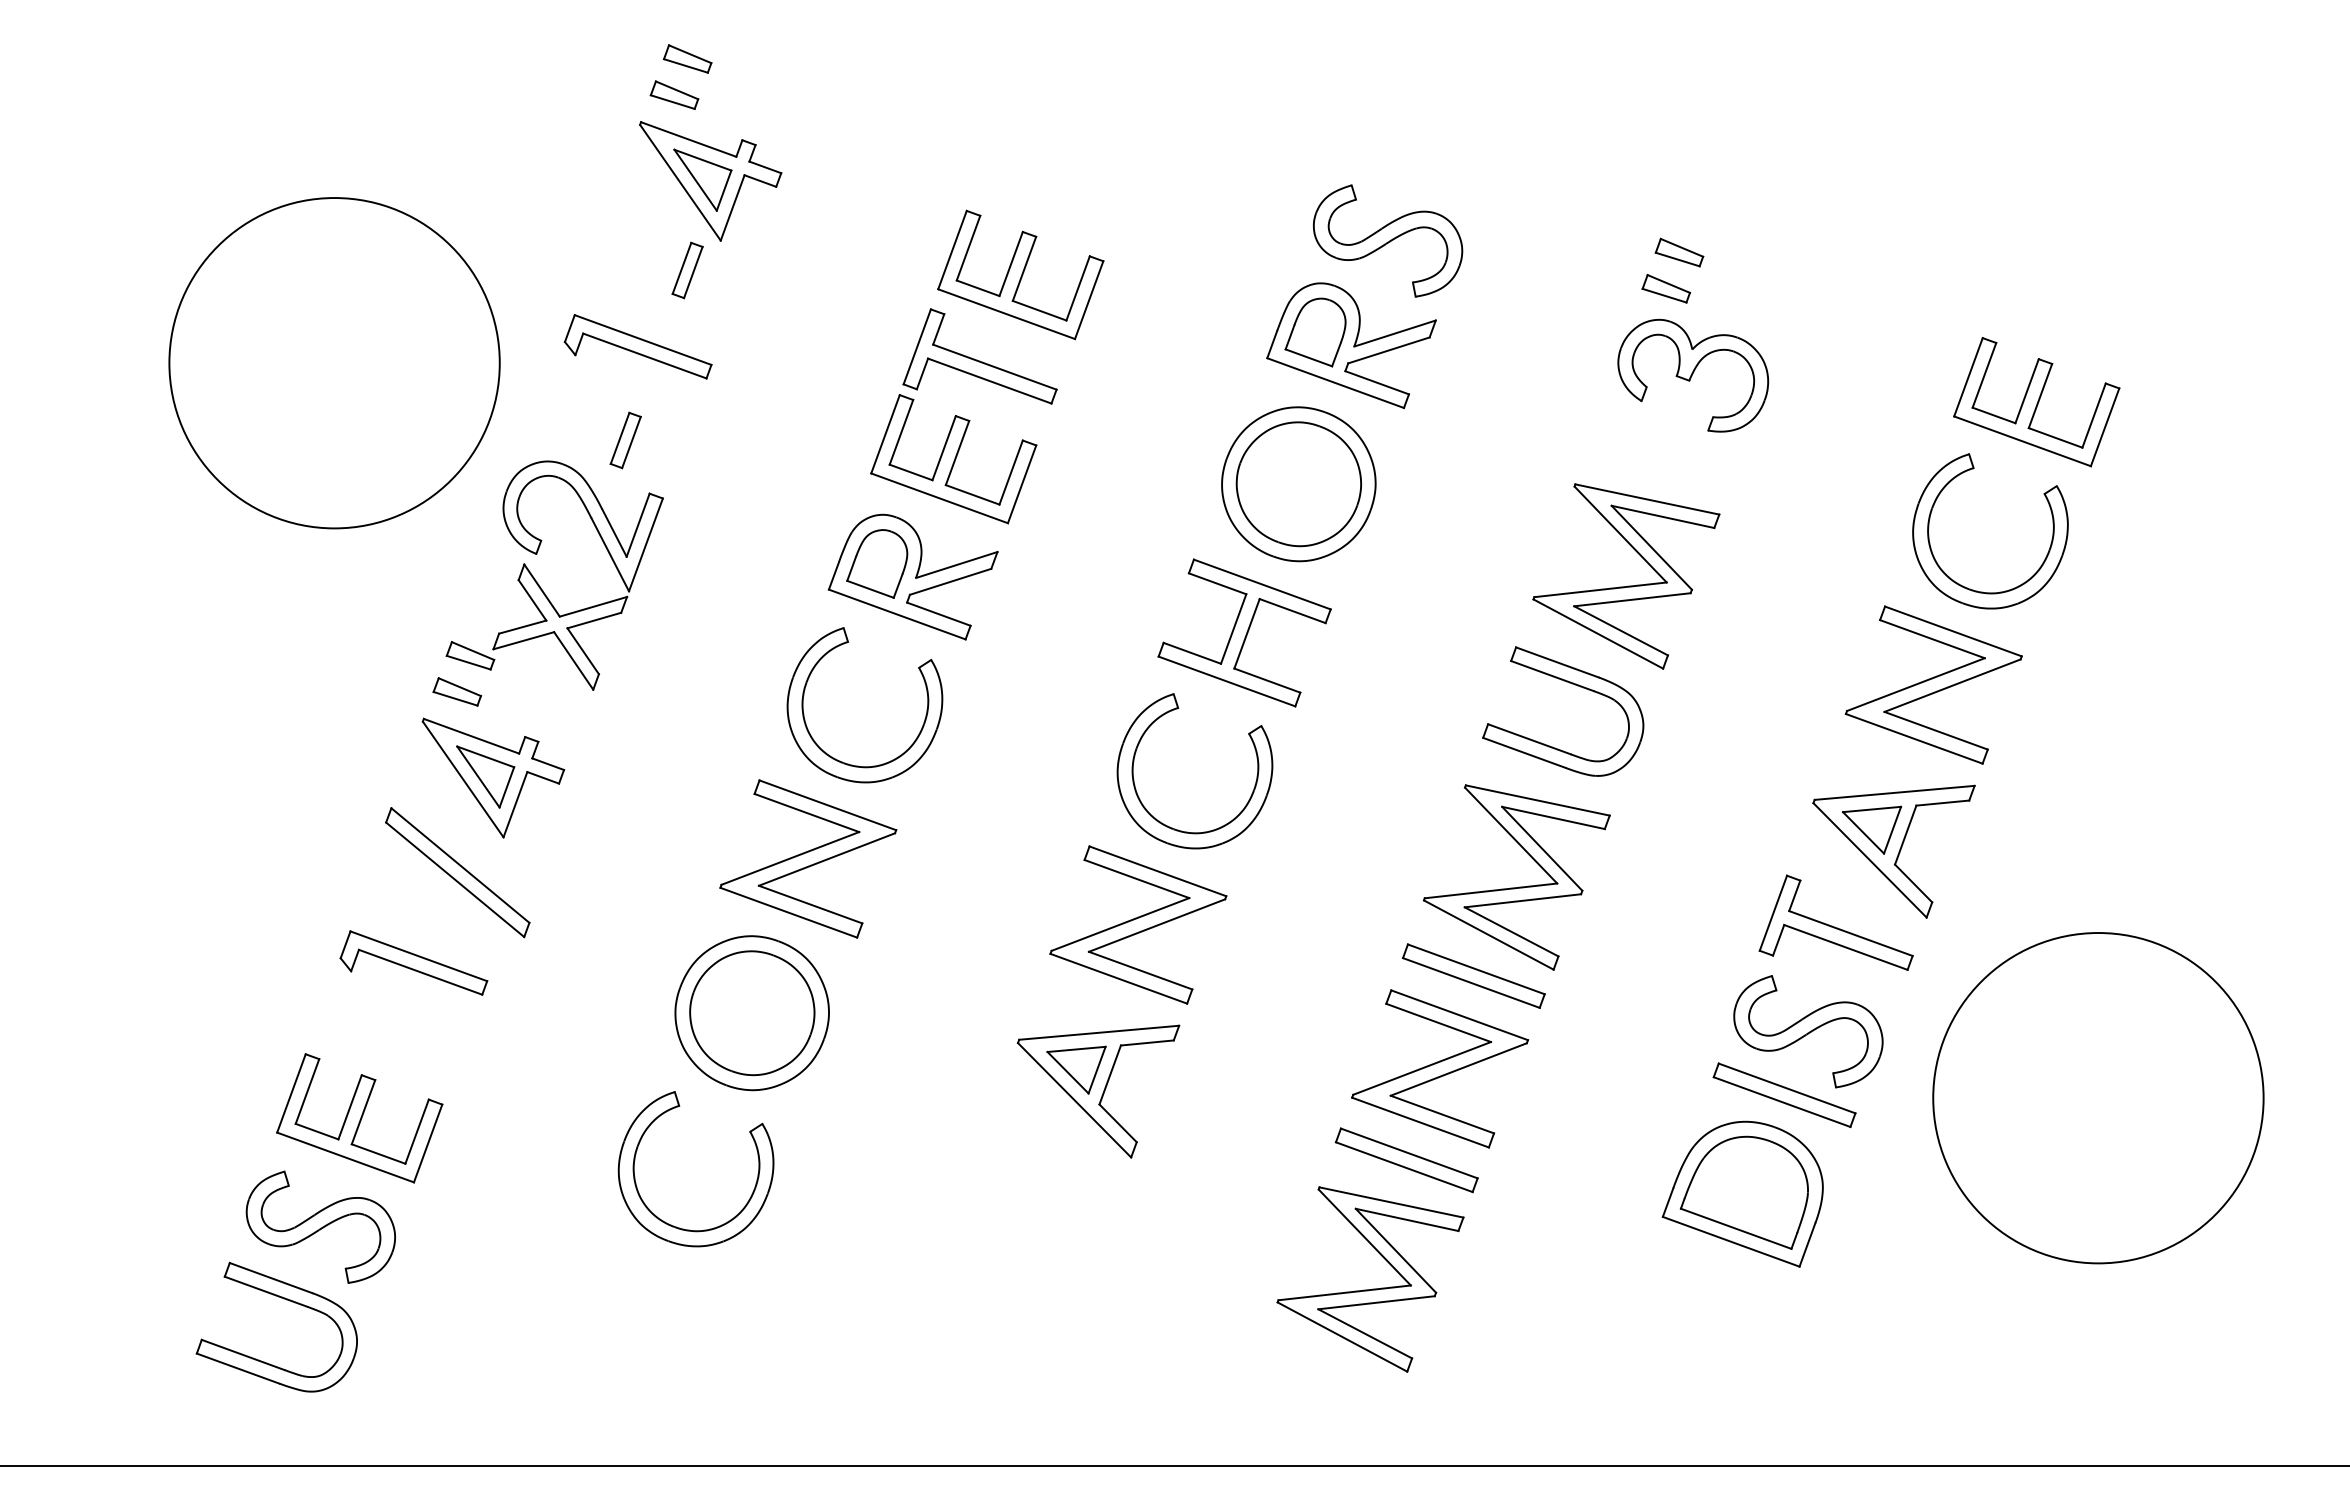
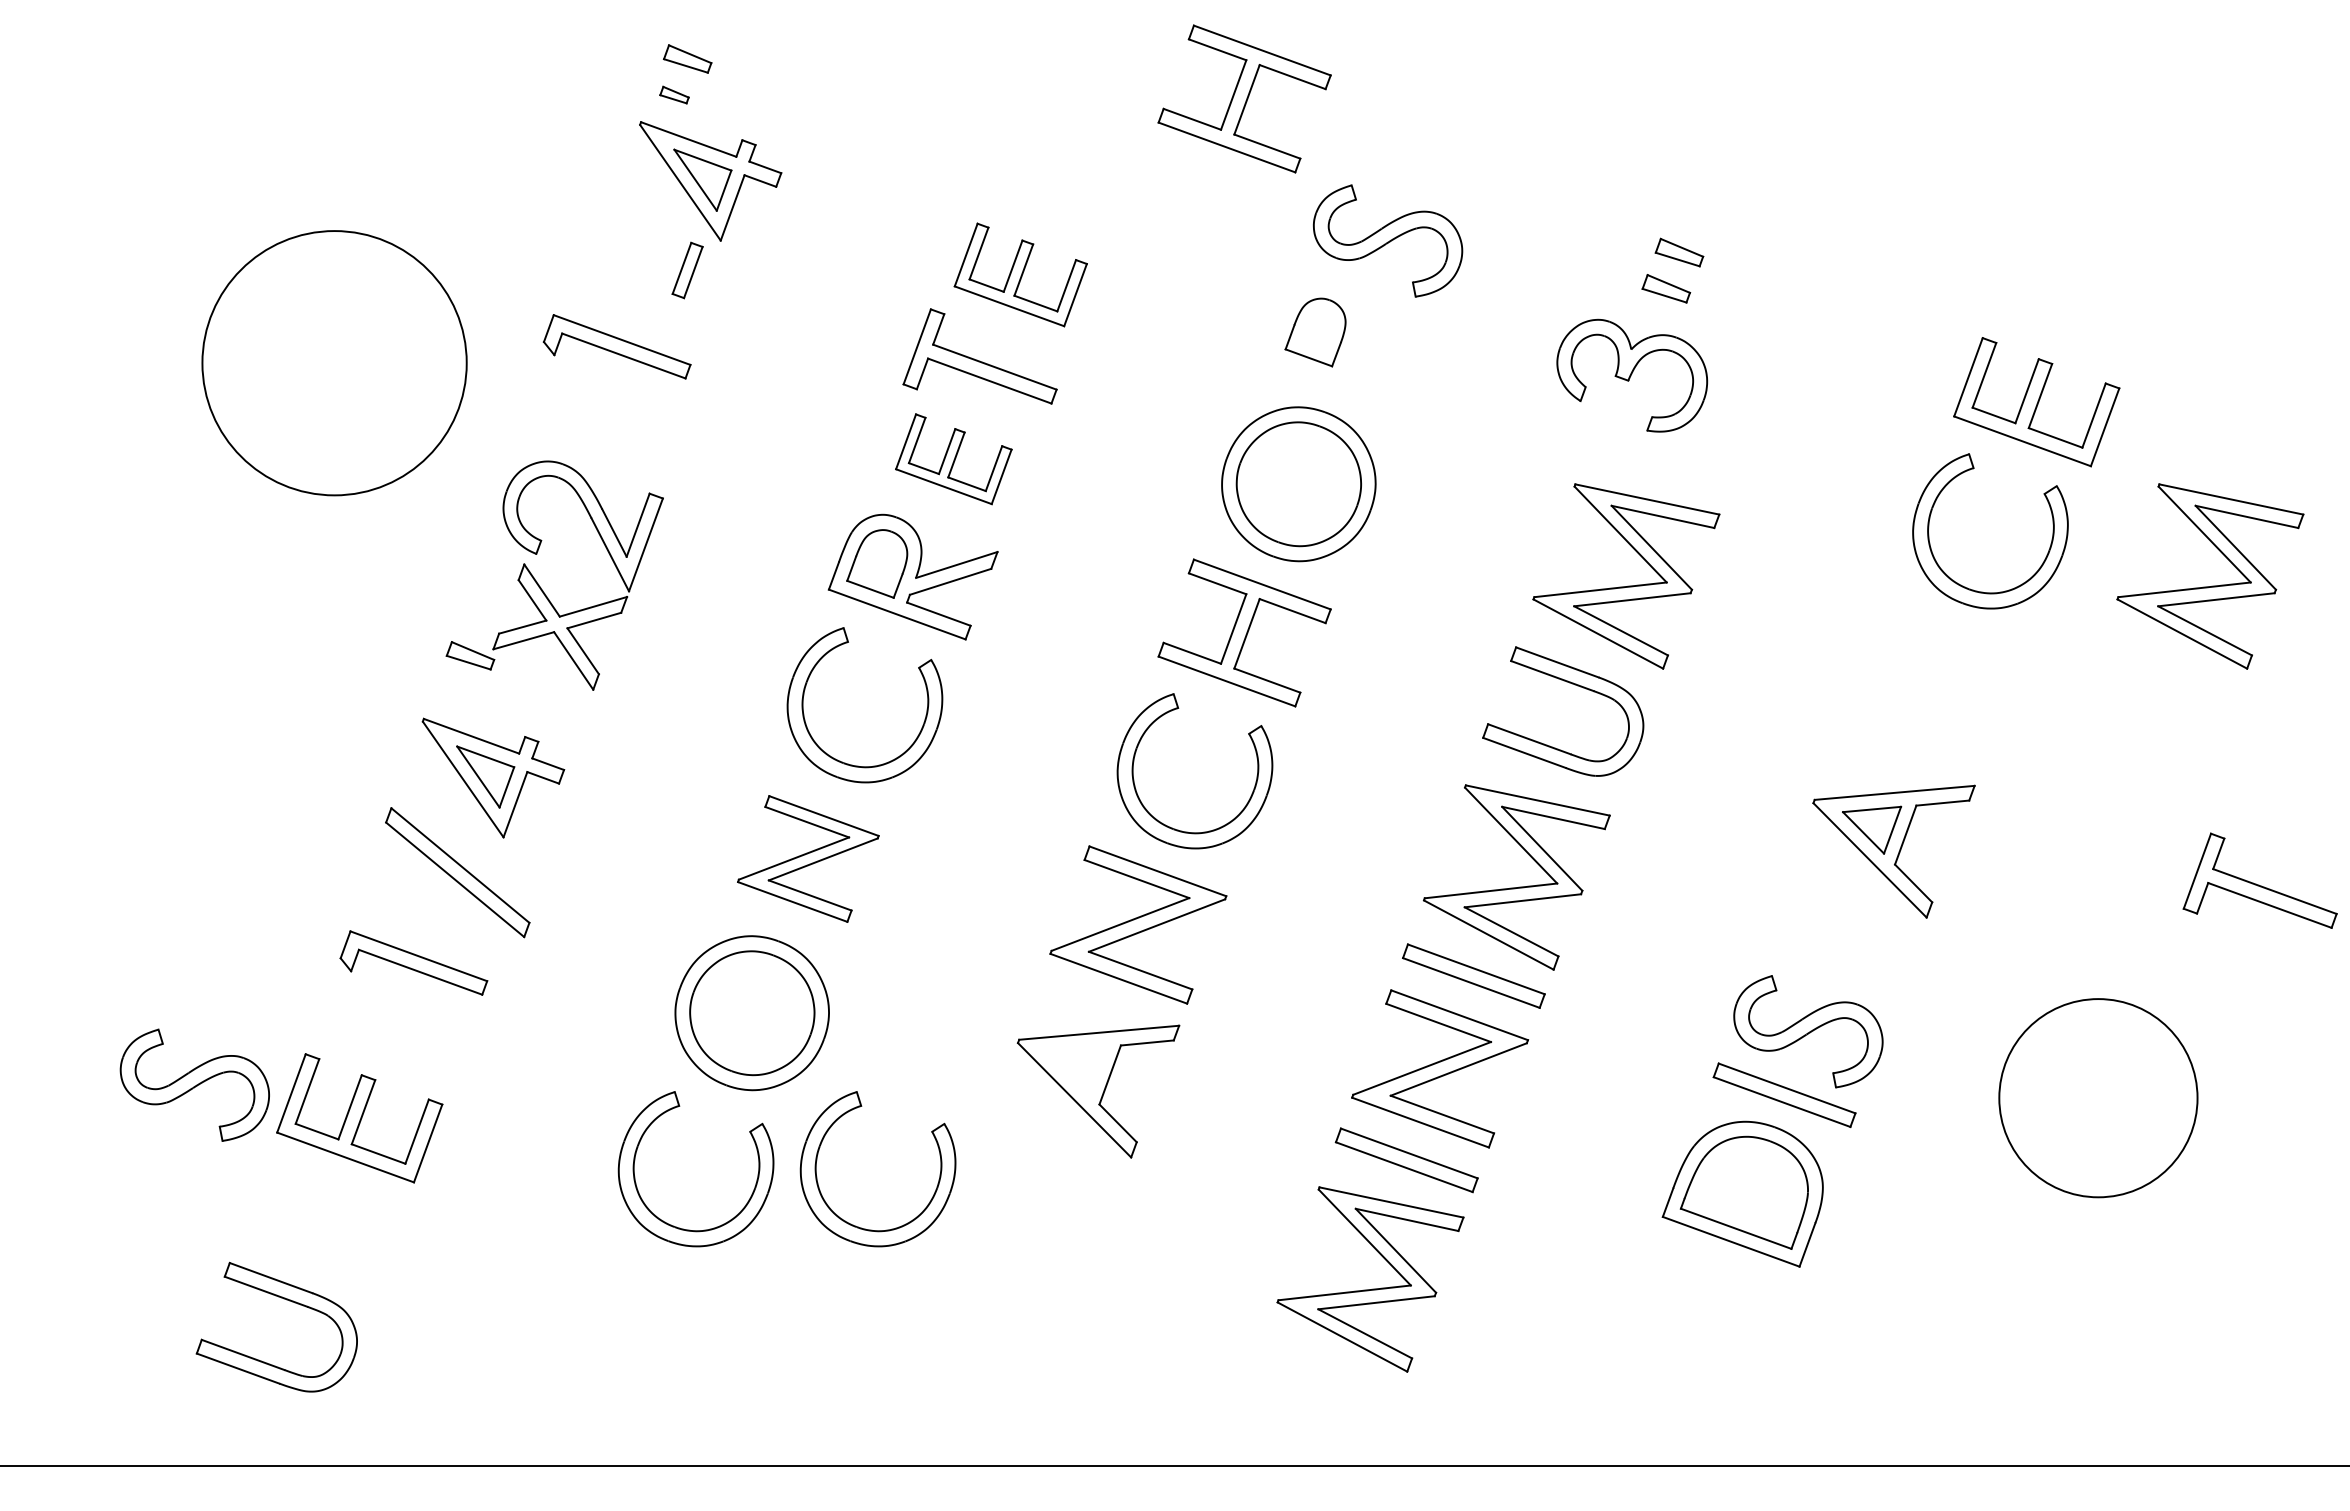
part at (674, 94) size: 51x30 px -> 31x20 px
part at (1244, 98): none -> present
part at (1020, 274) size: 168x132 px -> 135x106 px
part at (1351, 345): present -> none
part at (637, 346) position: (637, 346) -> (616, 346)
circle at (334, 363) diameter: 330 px -> 264 px
part at (1693, 375) position: (1693, 375) -> (1632, 375)
part at (625, 440): present -> none
part at (953, 459) size: 168x131 px -> 118x93 px
part at (2211, 585): none -> present
part at (1933, 684): present -> none
part at (457, 691): present -> none
part at (808, 858) size: 179x160 px -> 143x128 px
part at (1835, 922) position: (1835, 922) -> (2259, 880)
part at (1076, 1069): present -> none
circle at (2098, 1098) diameter: 330 px -> 198 px
part at (851, 1223): none -> present
part at (320, 1226) position: (320, 1226) -> (194, 1084)
